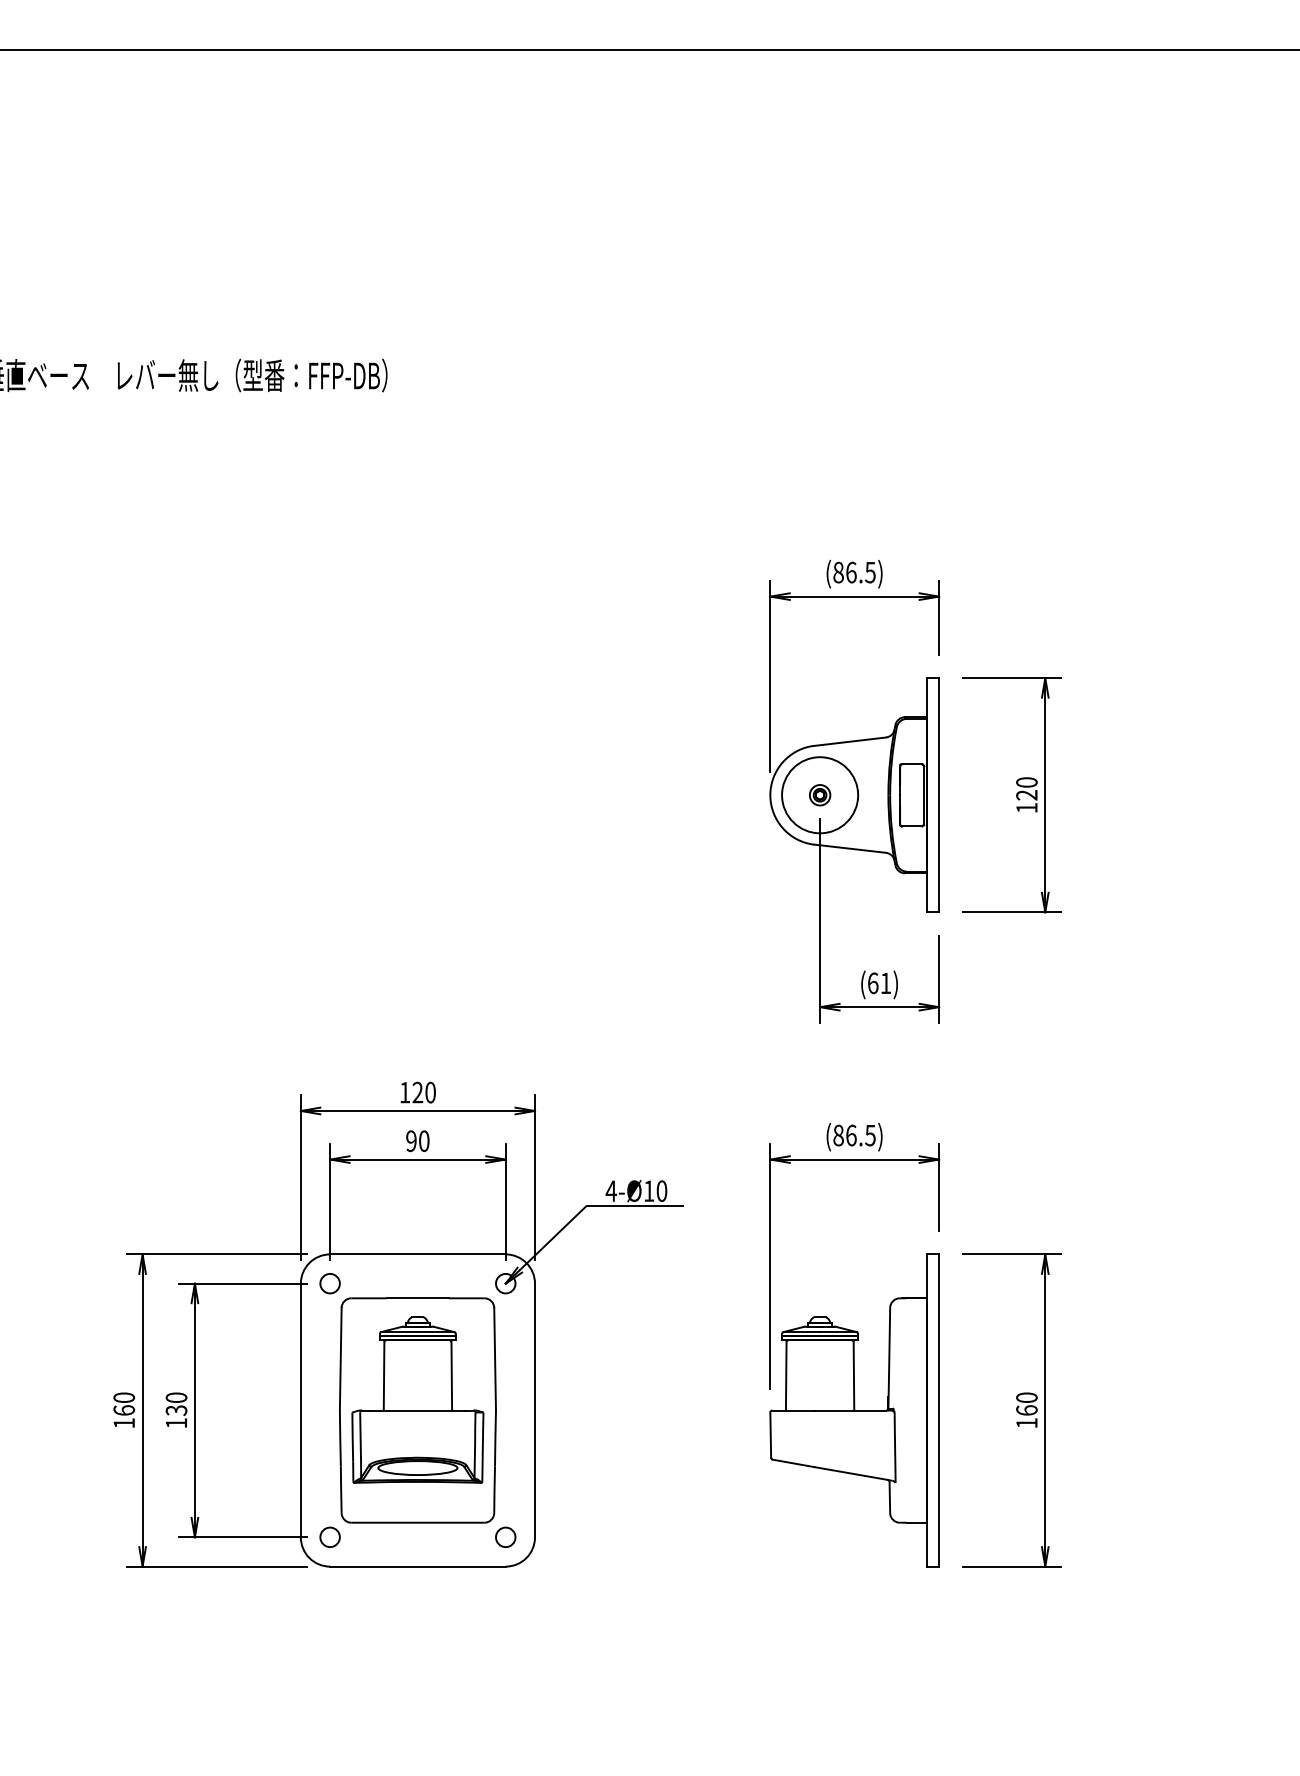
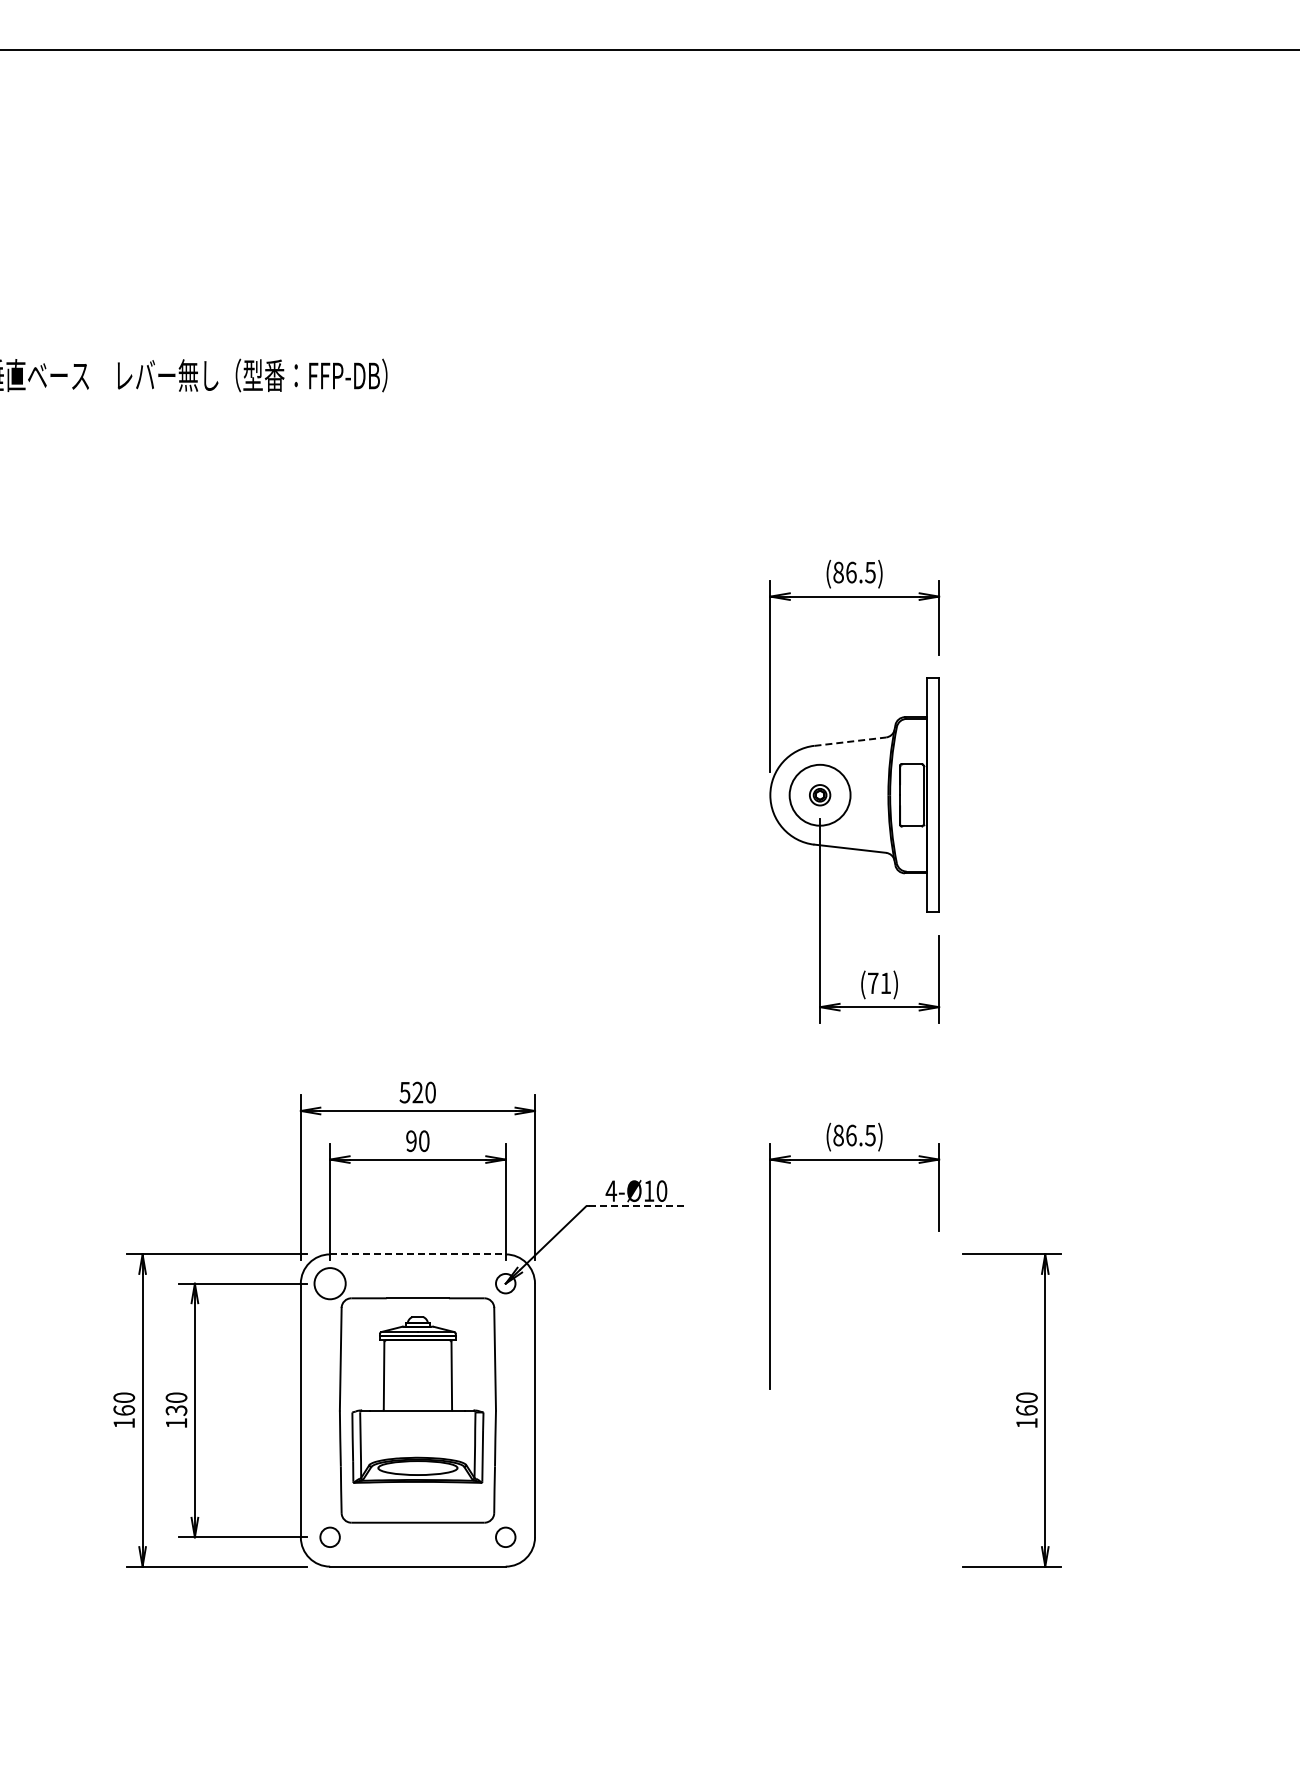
line at (850, 741): solid -> dashed
circle at (820, 795) diameter: 76 px -> 61 px
part at (1011, 795): present -> none
text at (873, 983): (61) -> (71)
text at (404, 1092): 120 -> 520
line at (636, 1206): solid -> dashed
line at (417, 1254): solid -> dashed
circle at (329, 1283) diameter: 20 px -> 31 px
part at (854, 1410): present -> none
